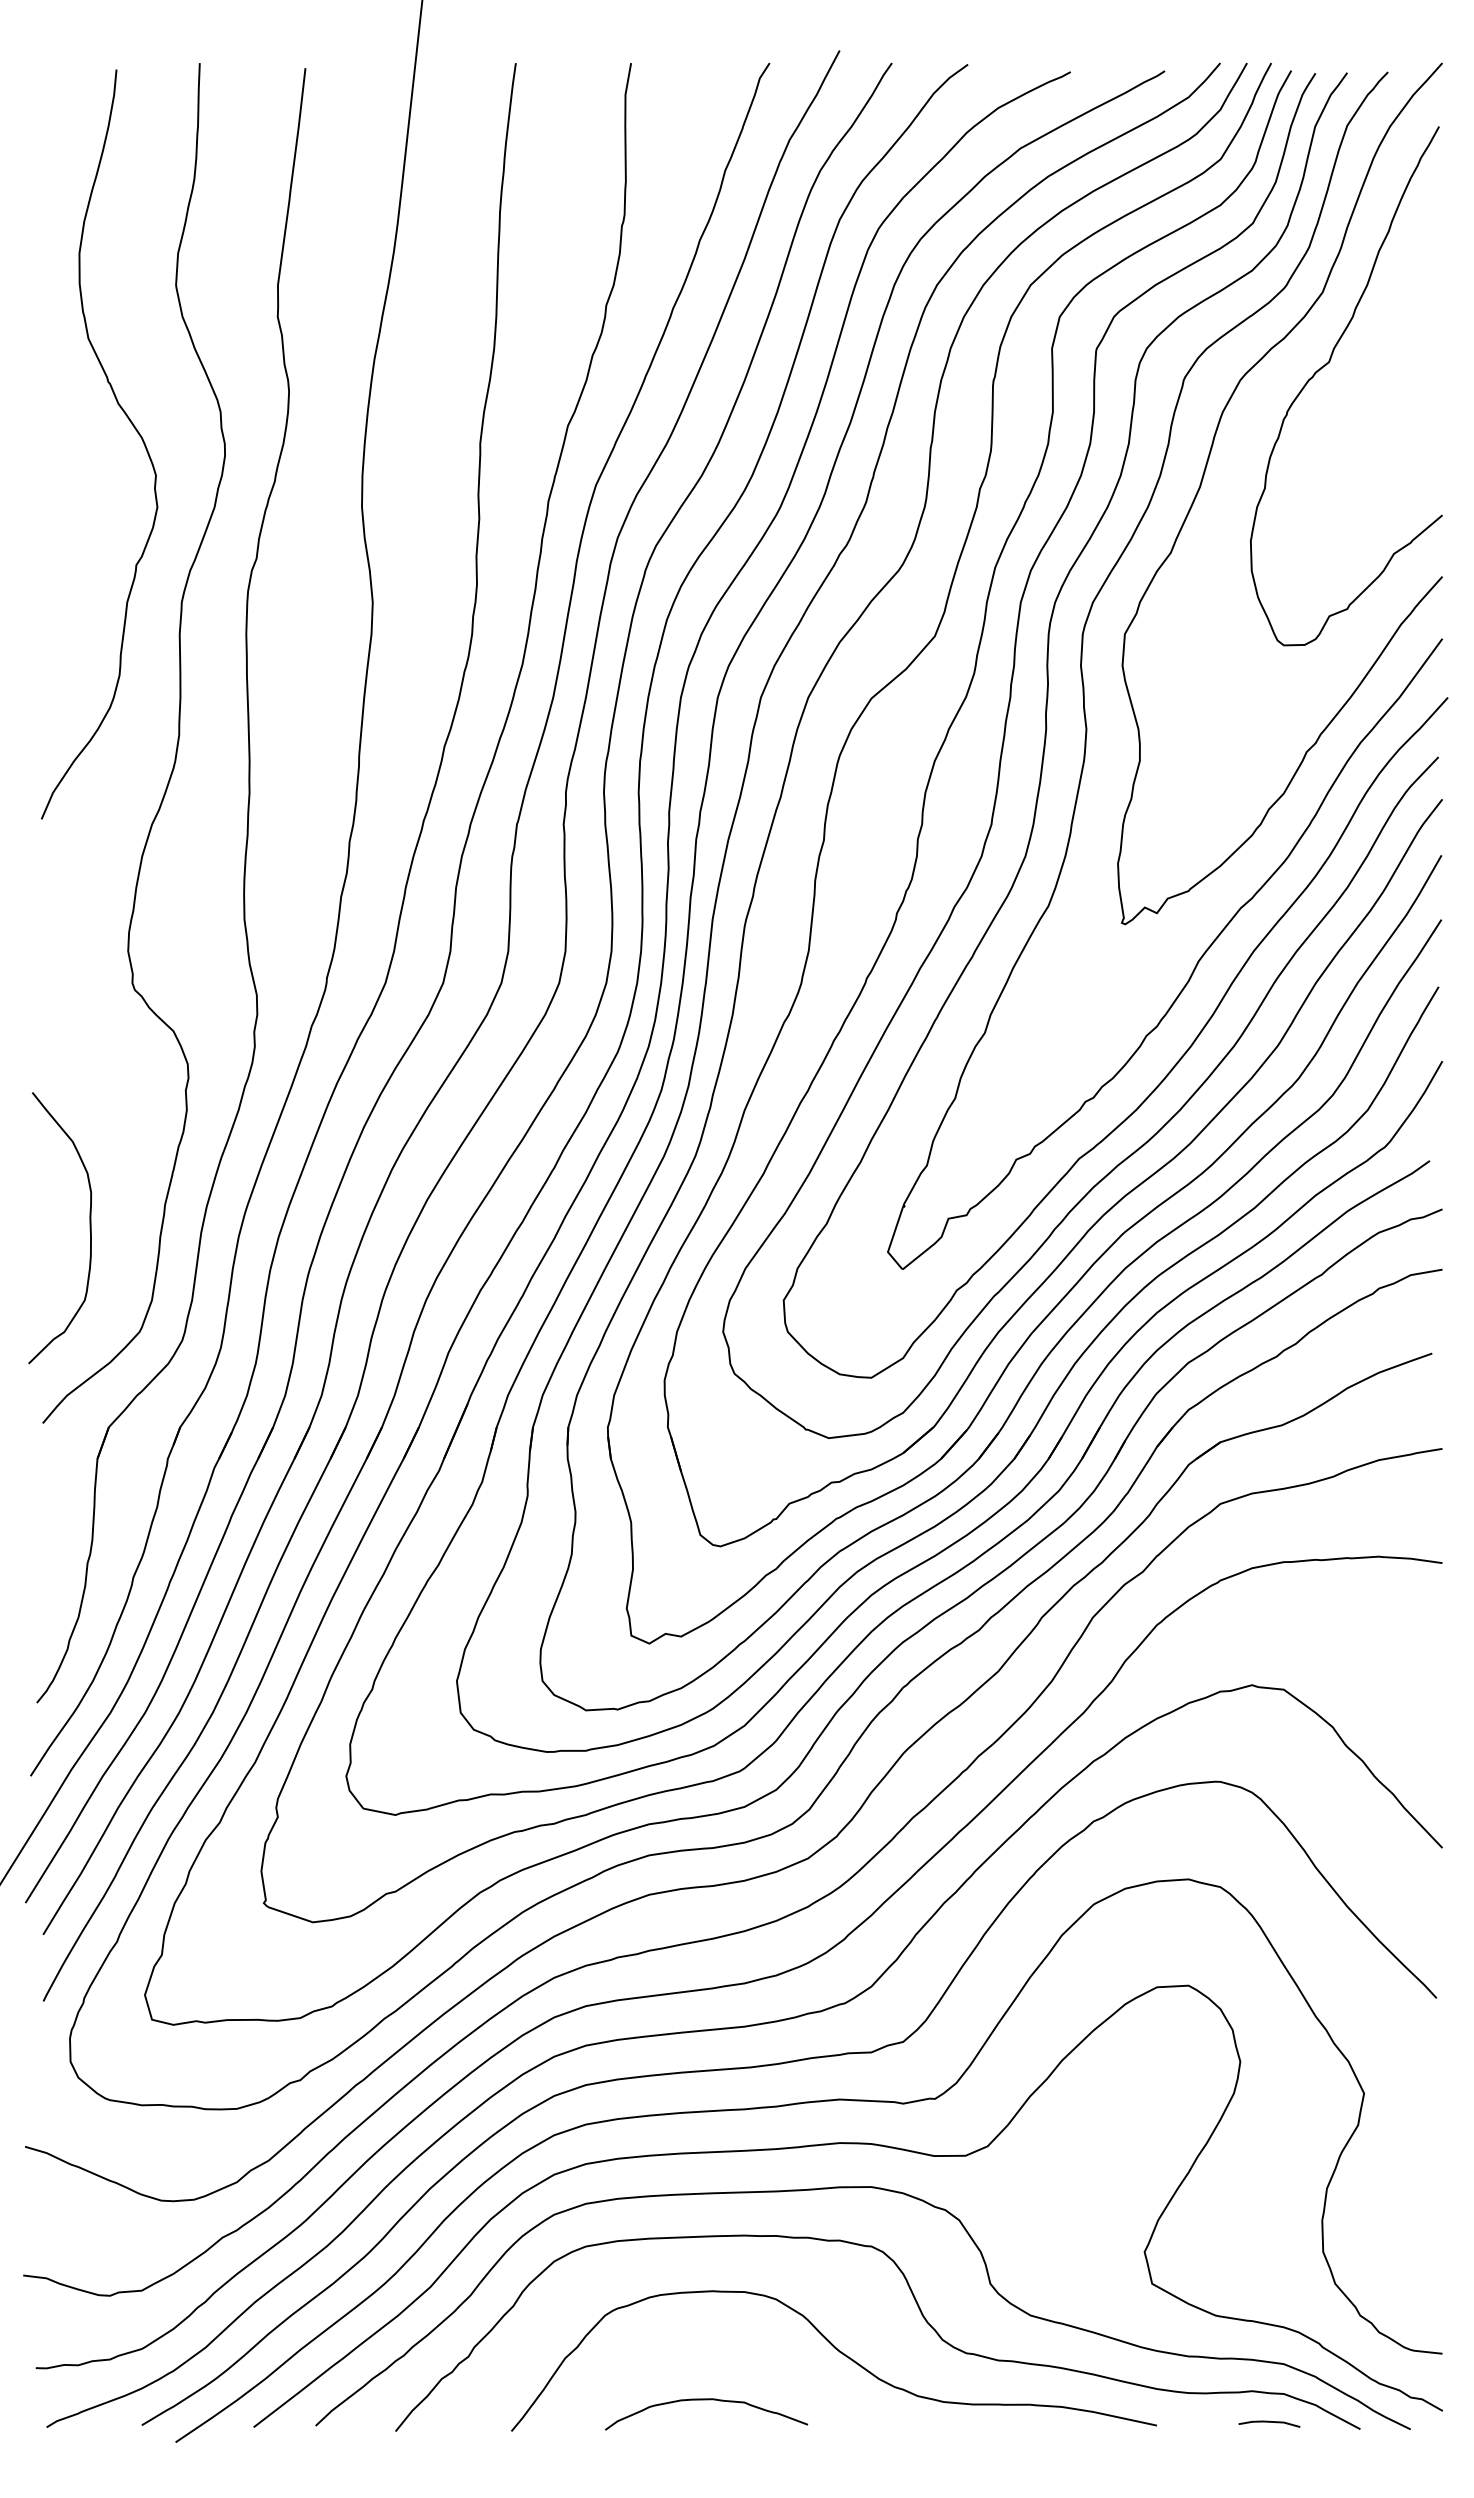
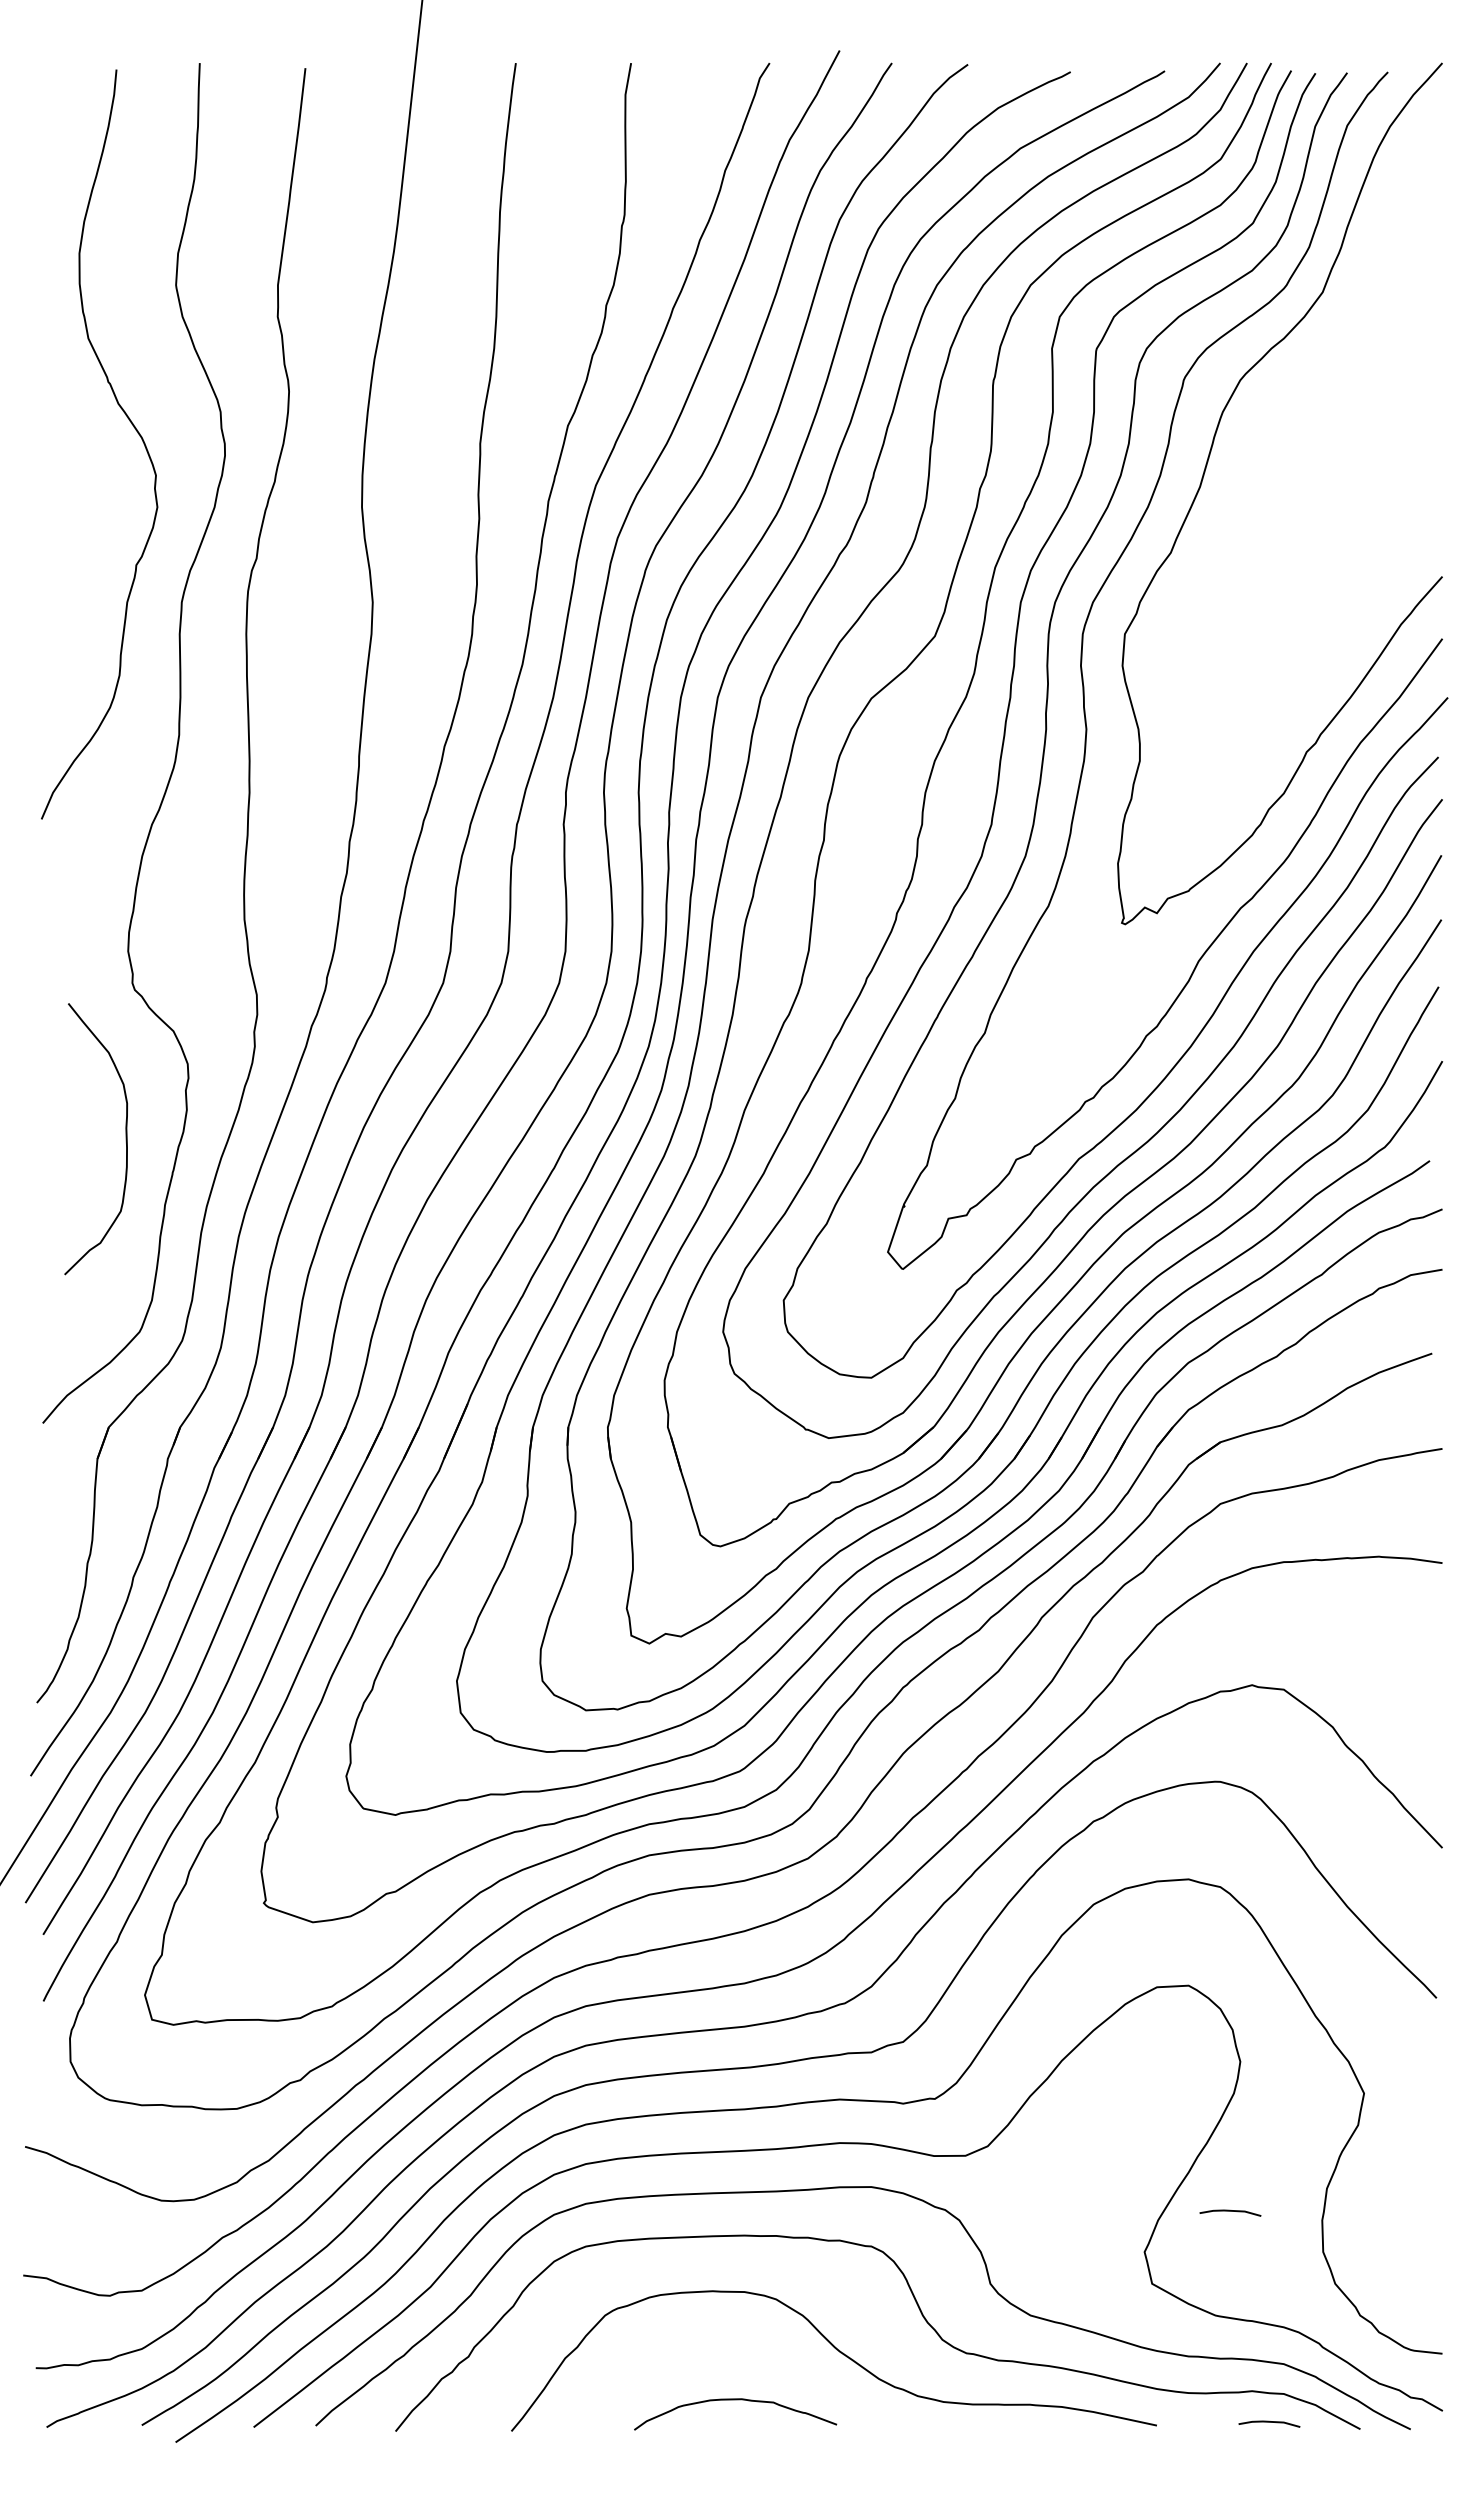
curve at (1325, 366): present -> none
curve at (89, 1228) position: (89, 1228) -> (125, 1139)
line at (1230, 2211): none -> present
curve at (706, 2400) position: (706, 2400) -> (735, 2400)
